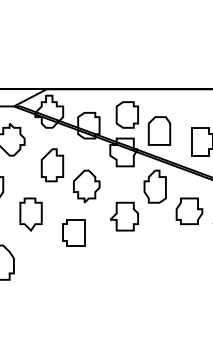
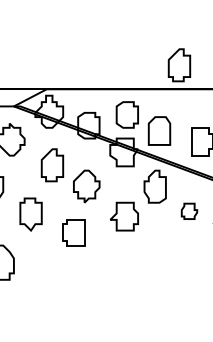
part at (179, 65): none -> present
part at (189, 211) size: 29x29 px -> 19x18 px
